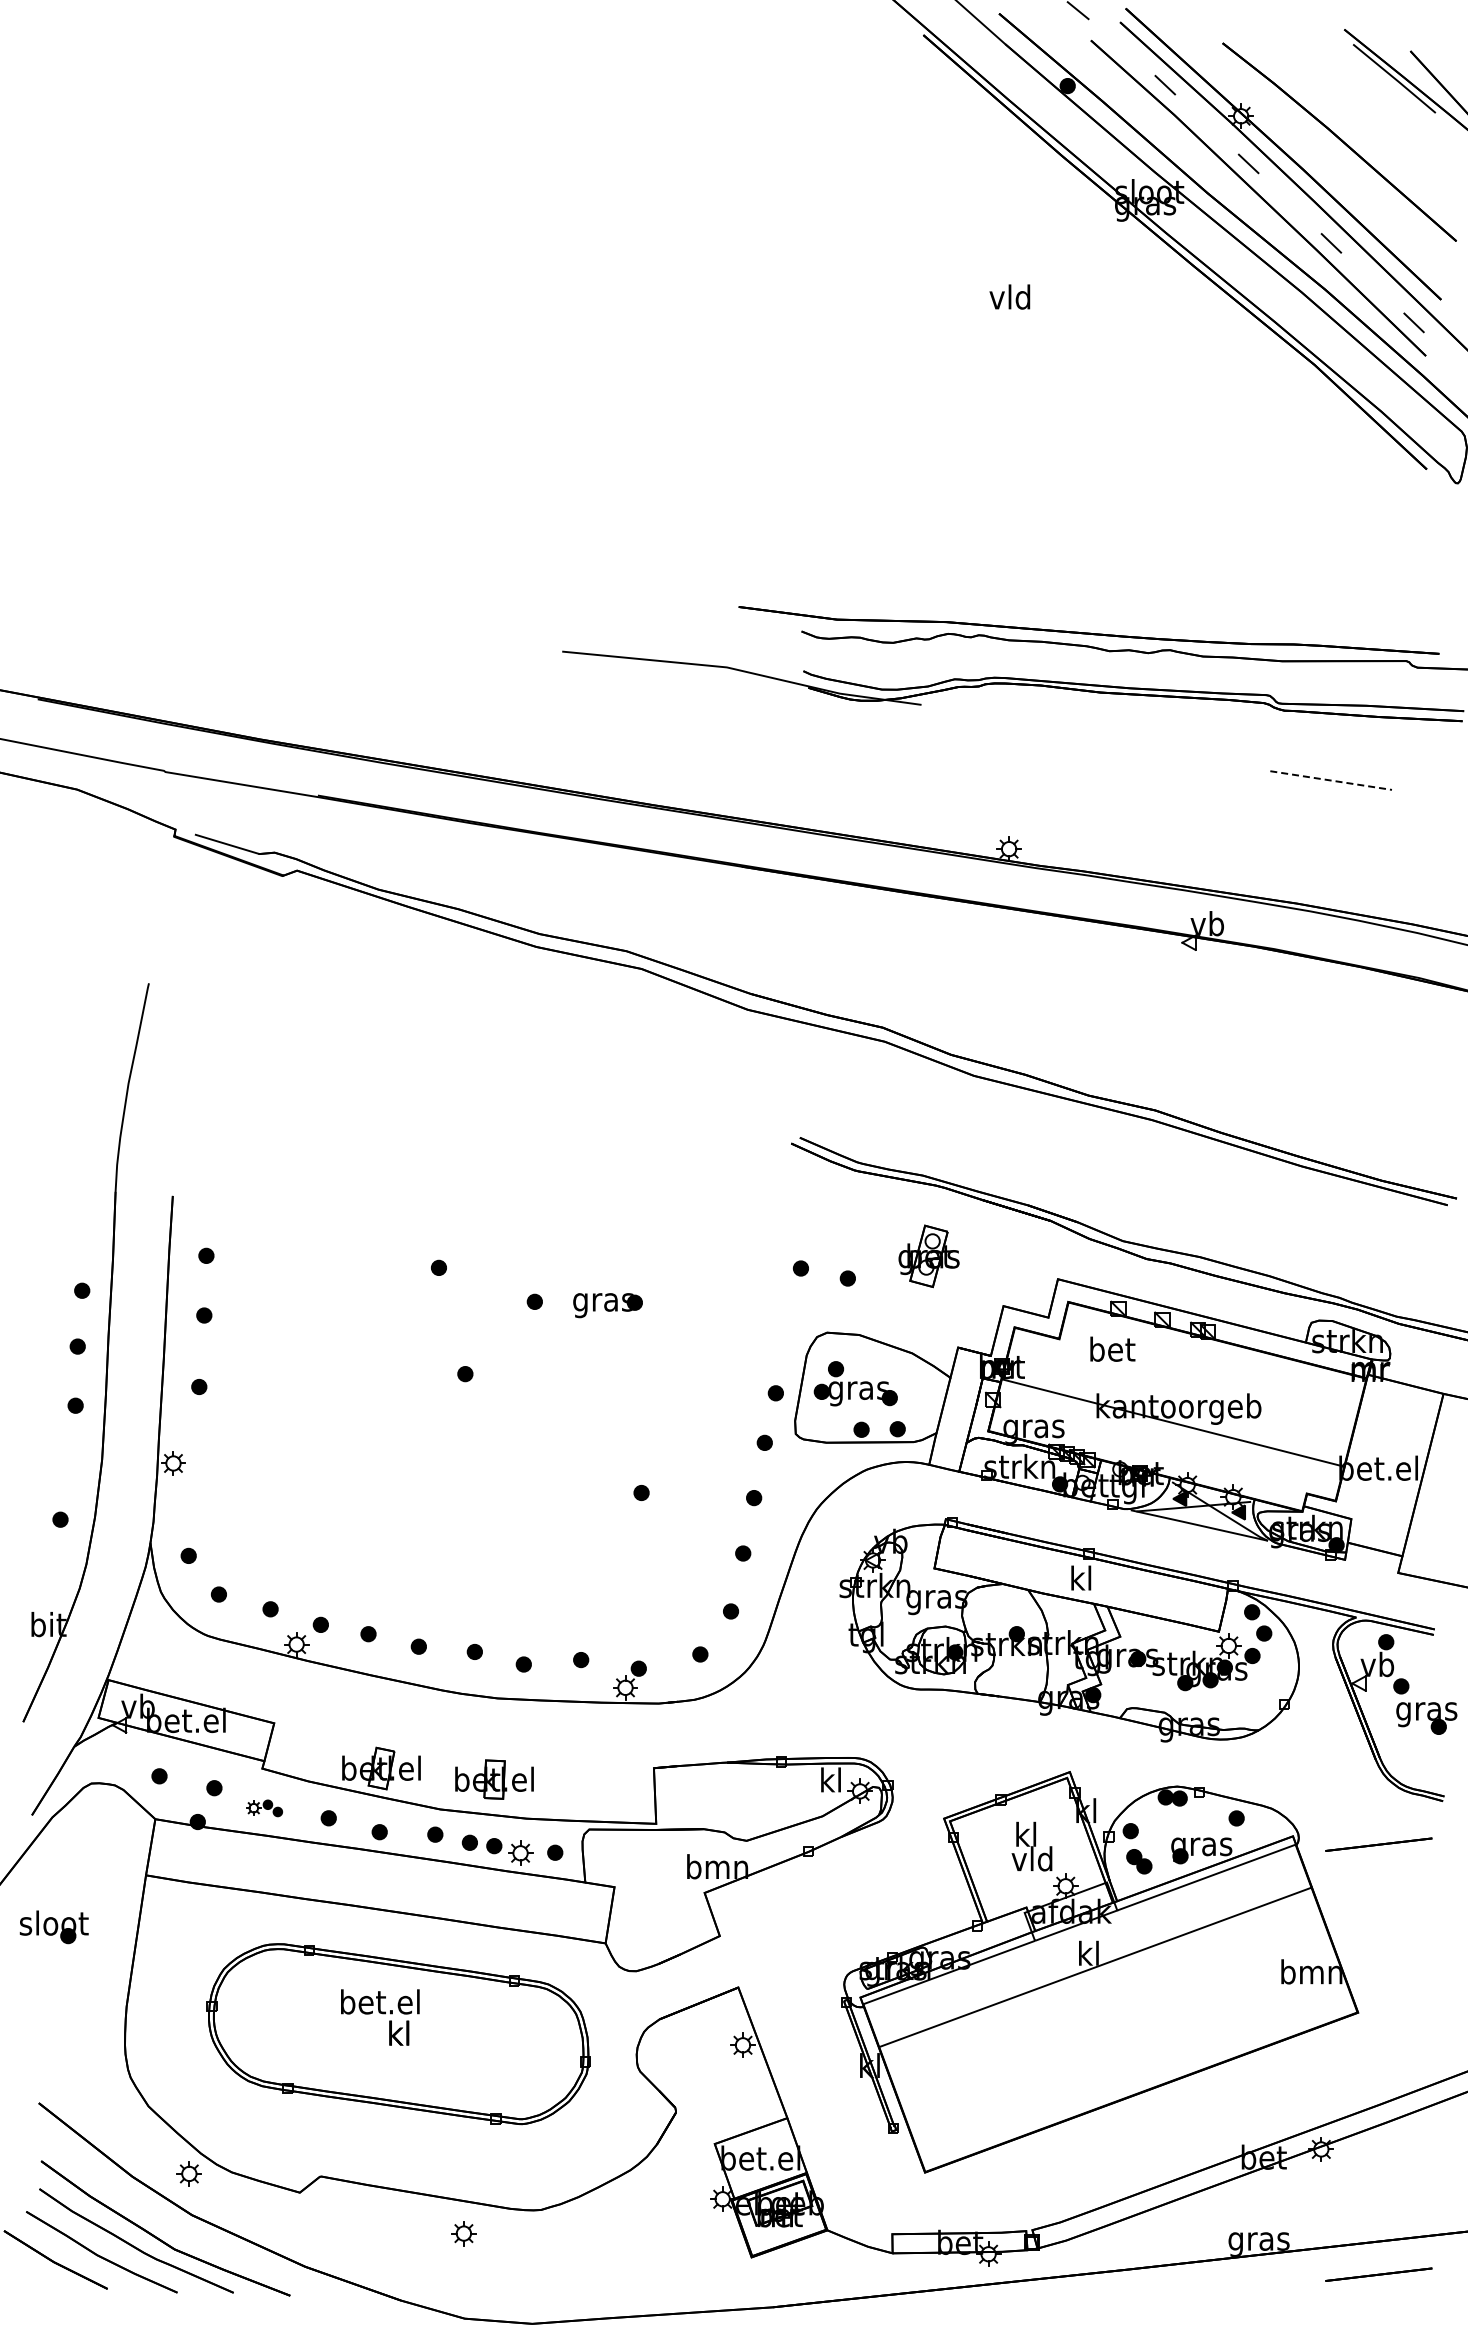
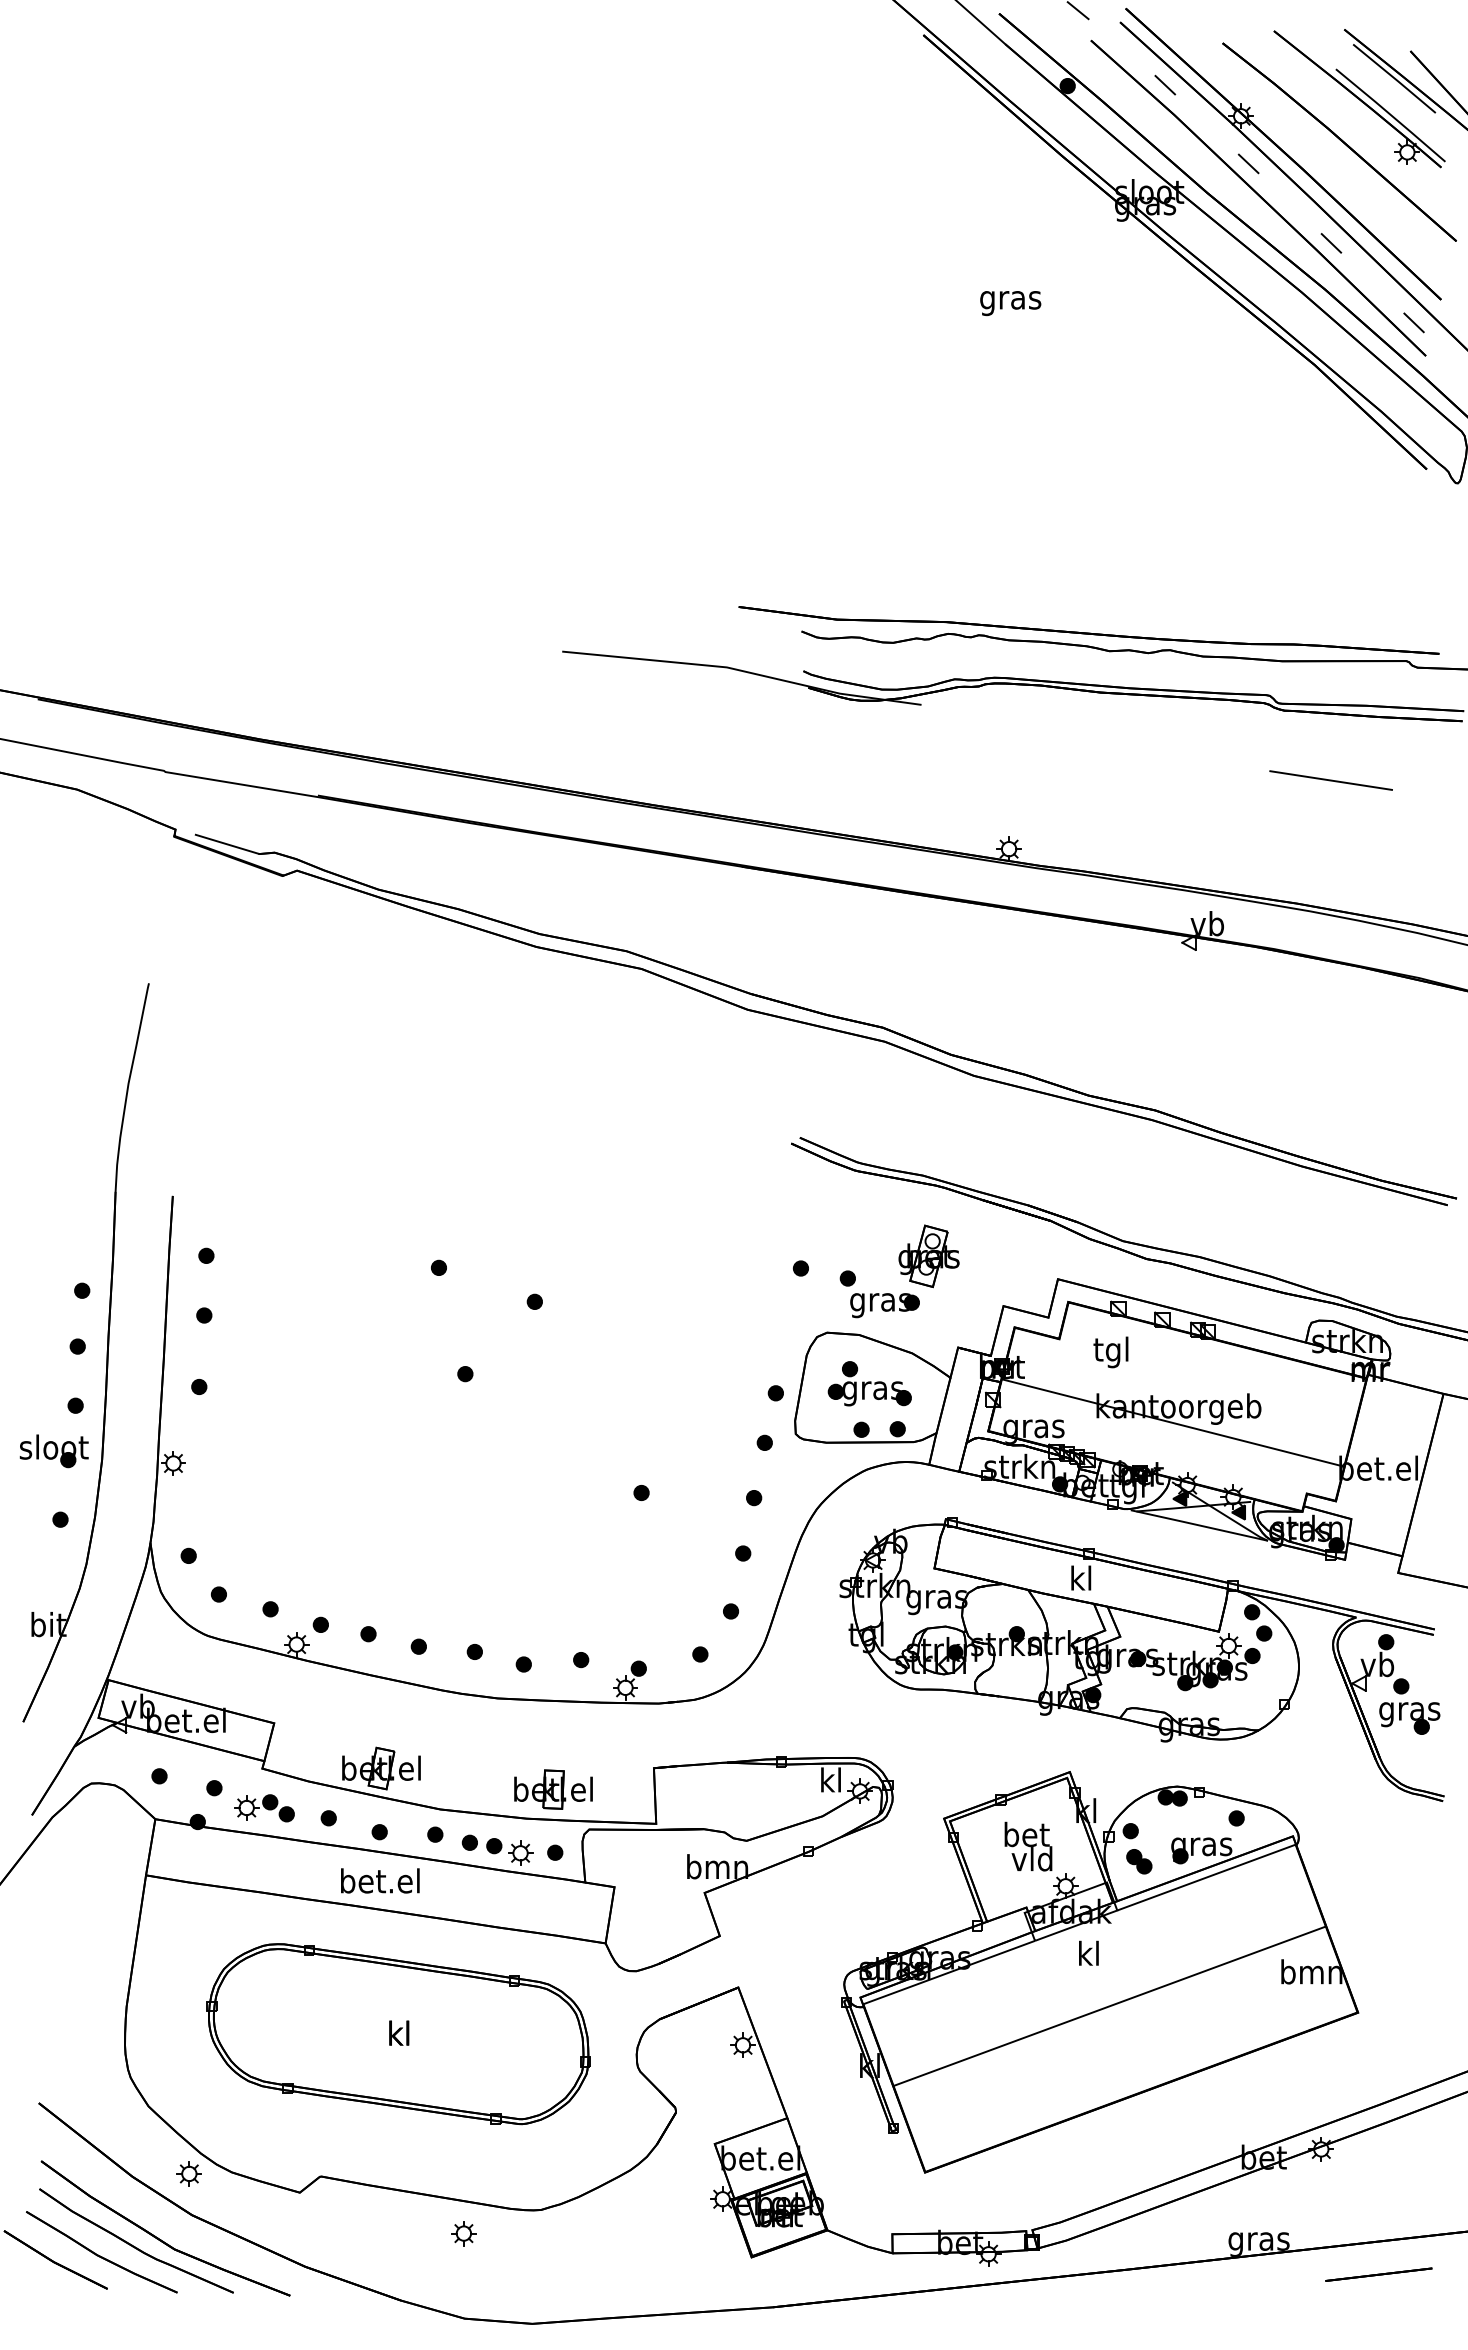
part at (1359, 99): none -> present
text at (1010, 300): vld -> gras
line at (1331, 780): dashed -> solid
part at (607, 1305) position: (607, 1305) -> (884, 1305)
text at (1112, 1352): bet -> tgl
part at (855, 1383) position: (855, 1383) -> (869, 1383)
part at (1426, 1718) position: (1426, 1718) -> (1409, 1718)
part at (494, 1779) position: (494, 1779) -> (553, 1789)
part at (264, 1808) size: 37x19 px -> 61x29 px
text at (1026, 1834): kl -> bet
line at (1378, 1844): present -> none
part at (53, 1927) position: (53, 1927) -> (53, 1451)
line at (1095, 1966) position: (1095, 1966) -> (1109, 2005)
text at (380, 2001) position: (380, 2001) -> (380, 1880)
